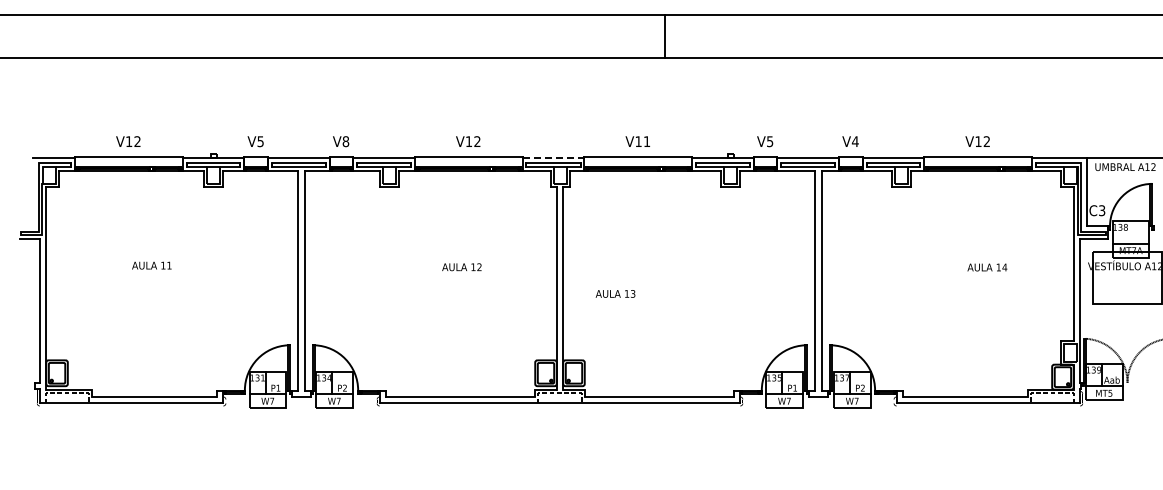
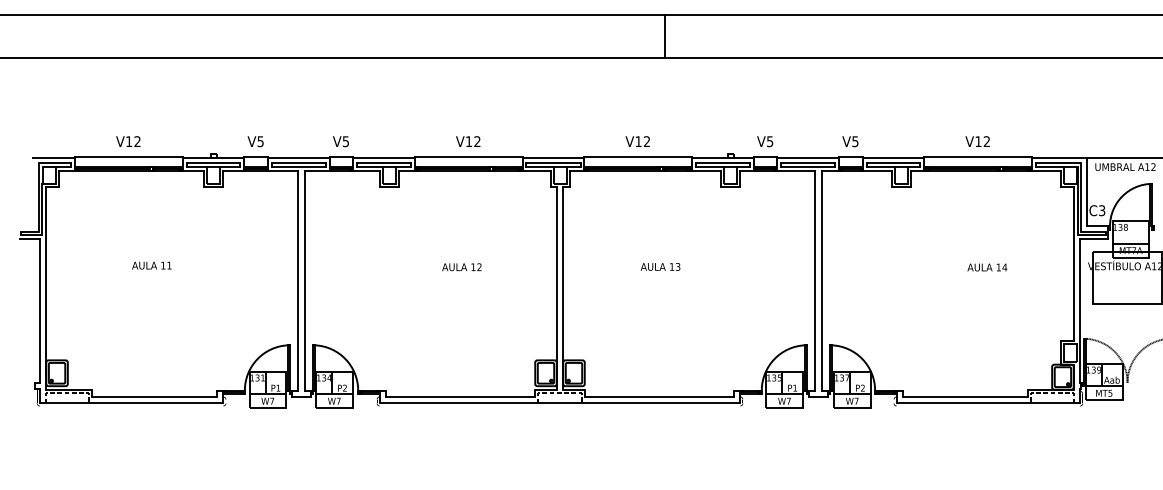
text at (345, 141): V8 -> V5
text at (646, 141): V11 -> V12
text at (854, 141): V4 -> V5
line at (553, 157): dashed -> solid
text at (615, 293) position: (615, 293) -> (660, 266)
